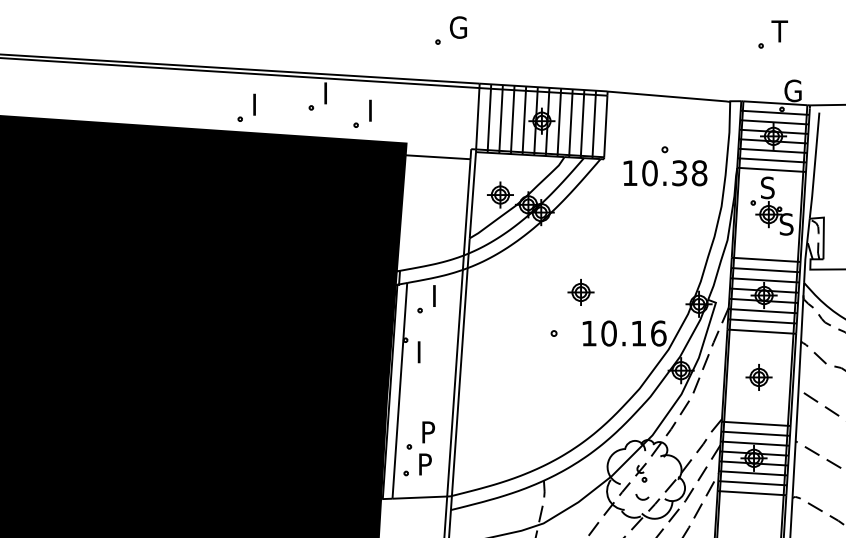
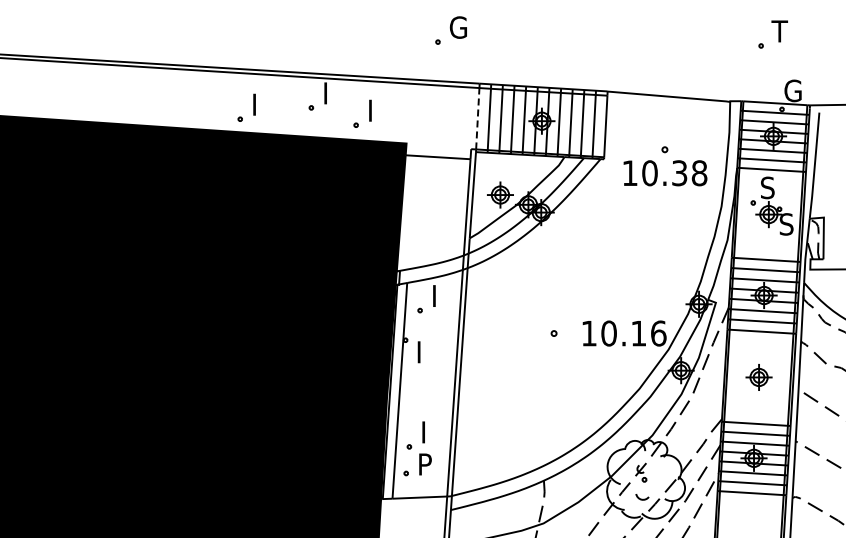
line at (477, 118): solid -> dashed
part at (580, 292): present -> none
text at (429, 427): P -> I
